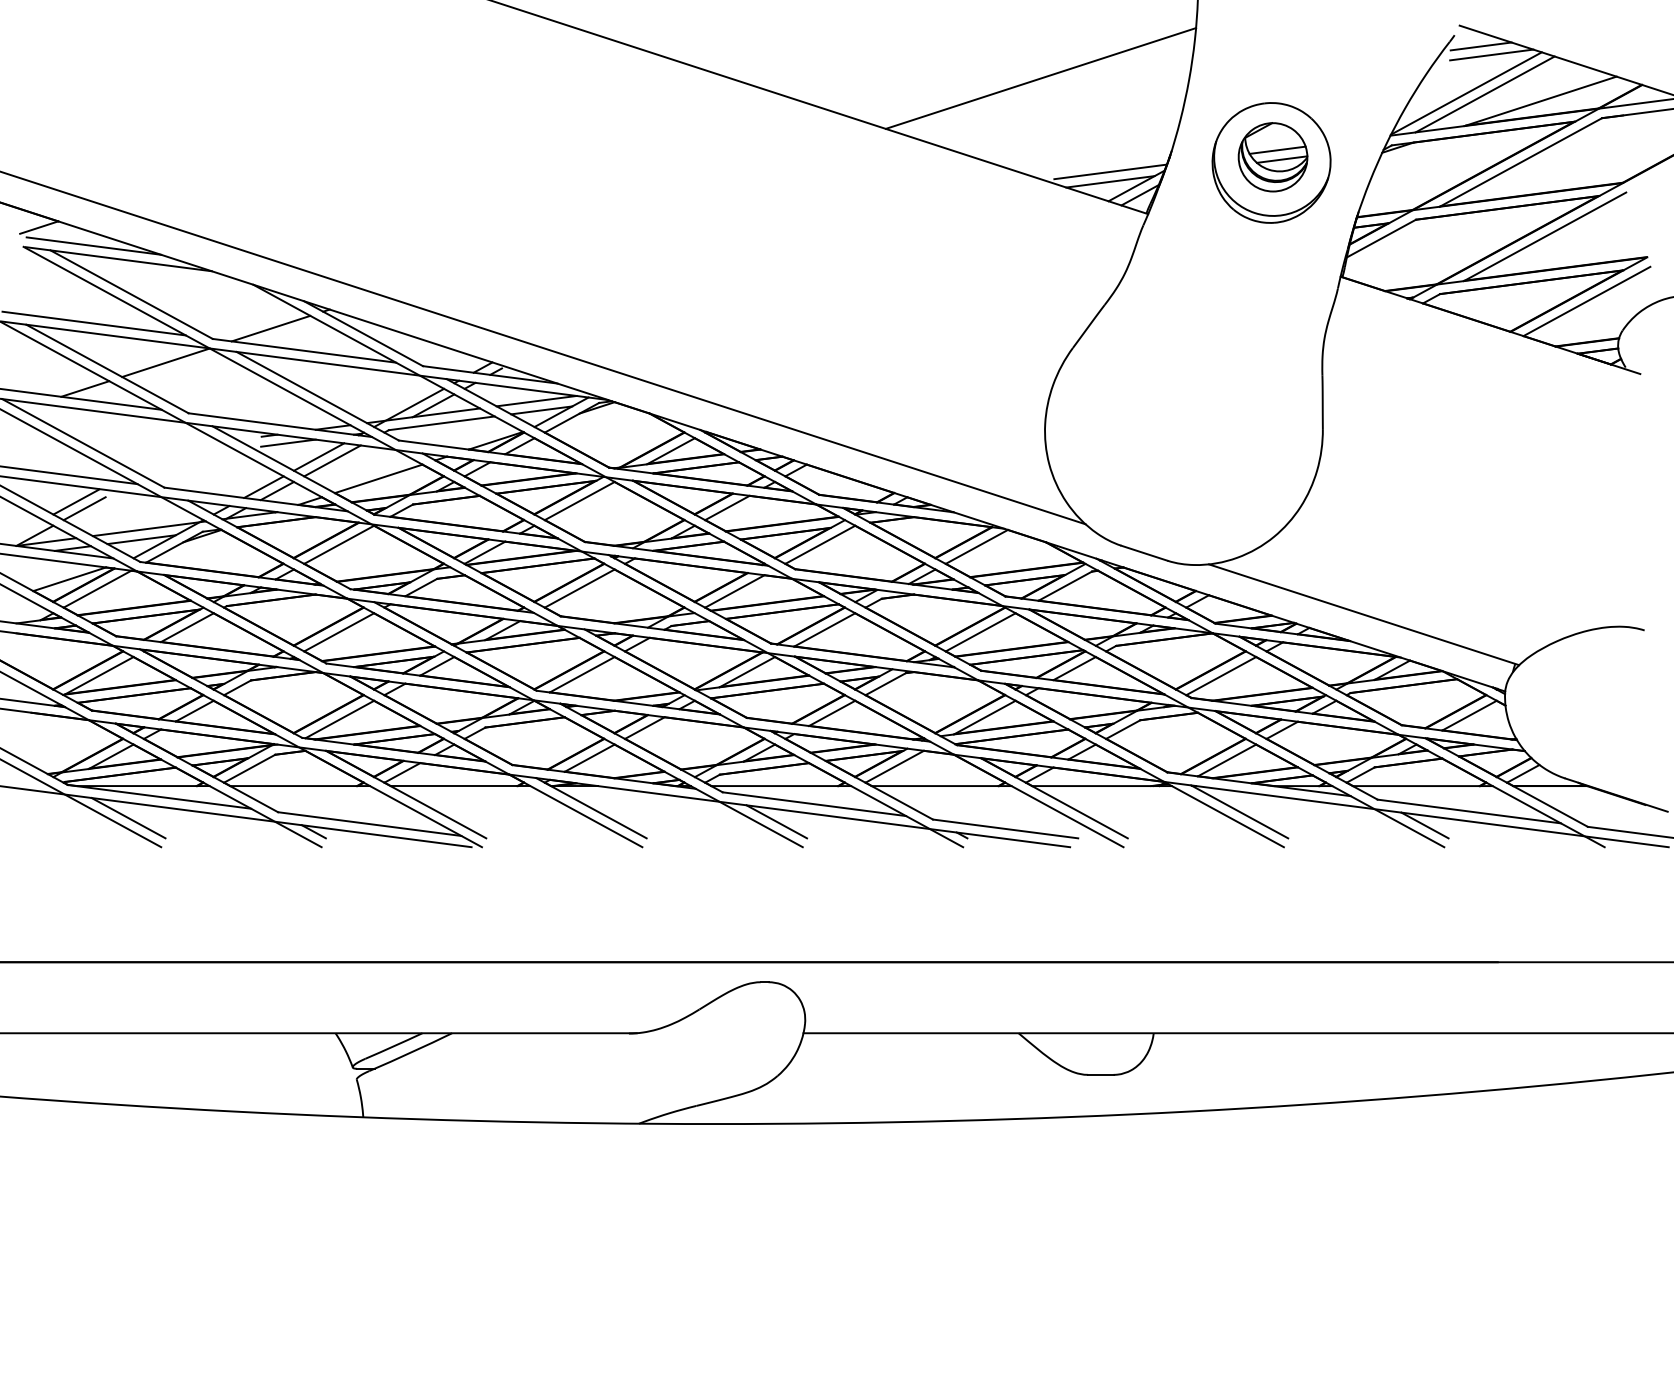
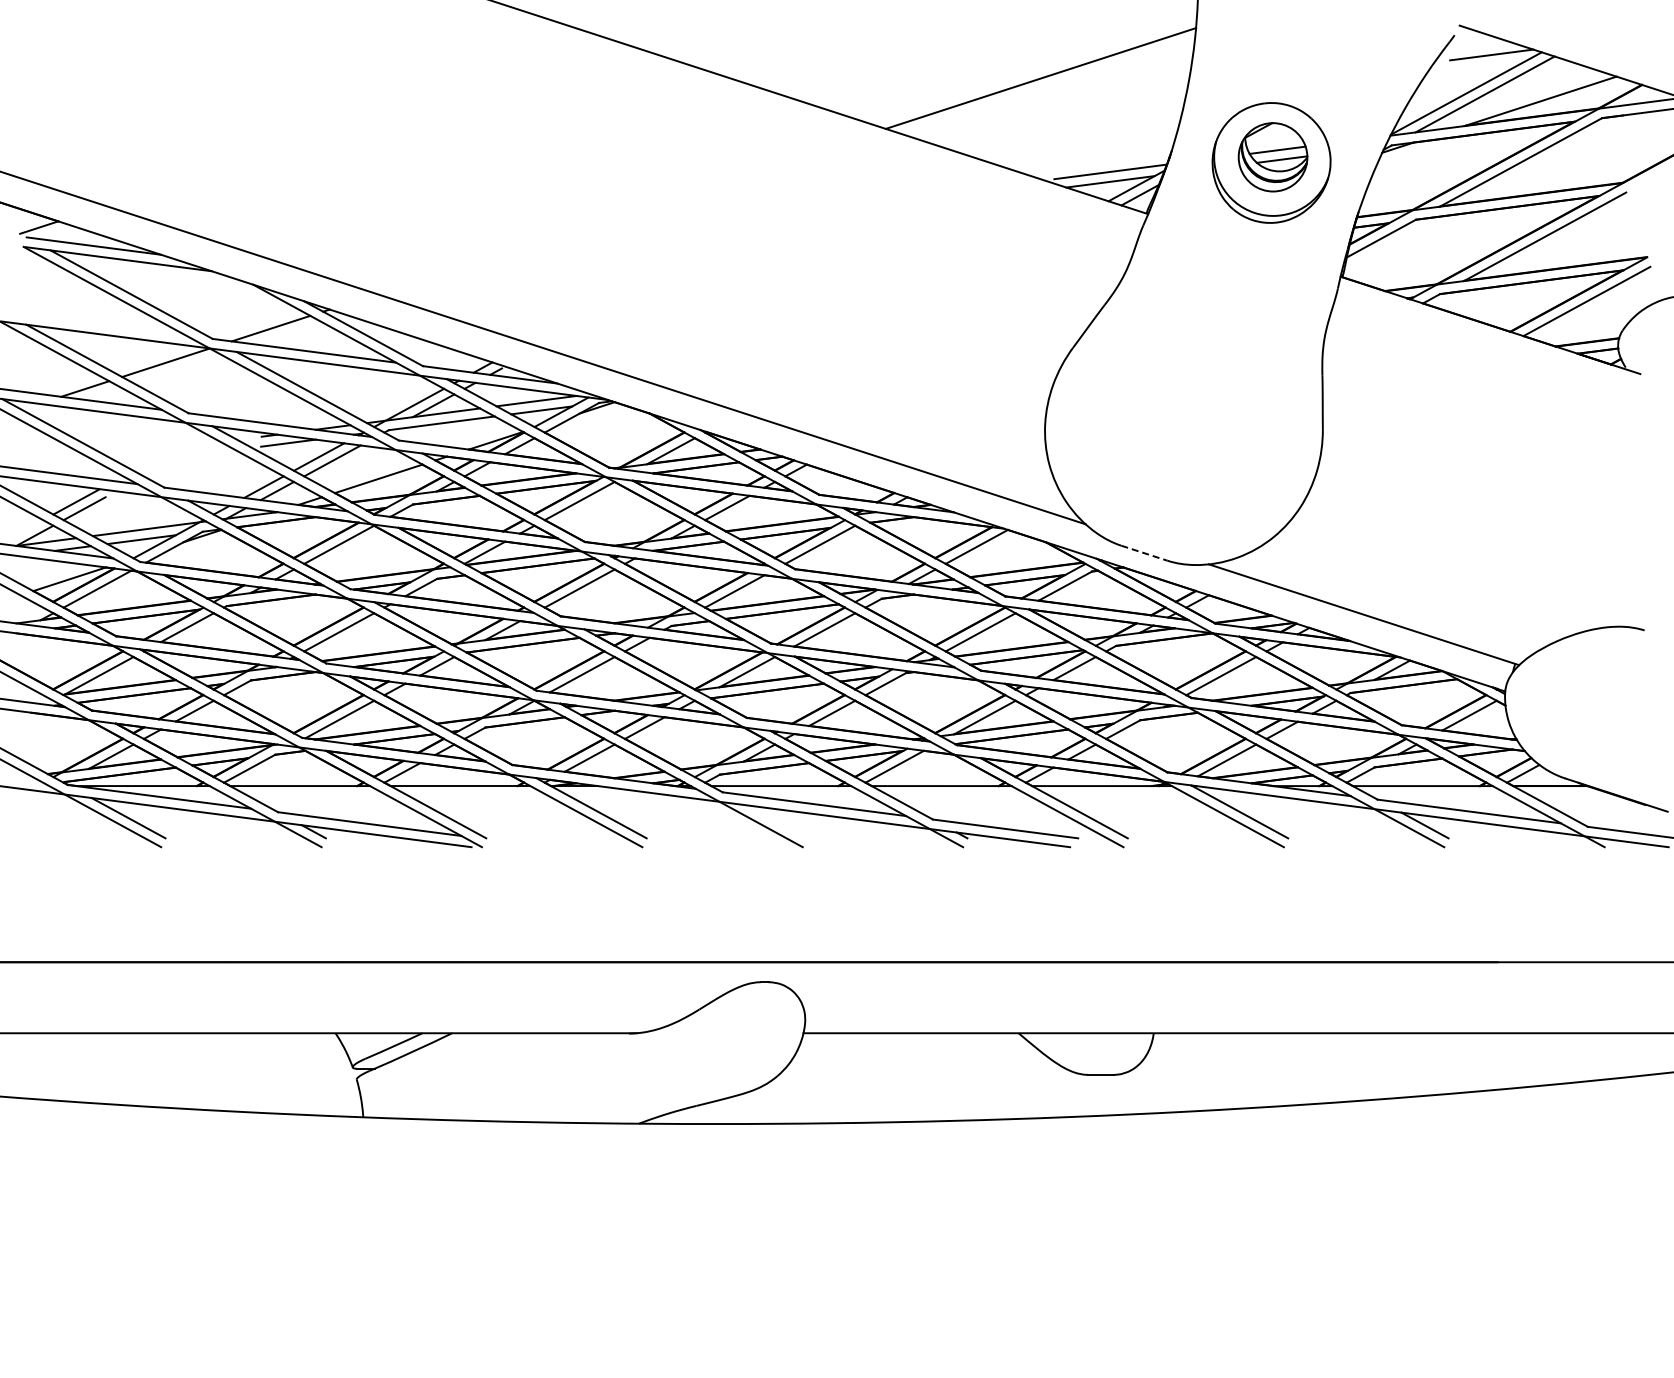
line at (1480, 46): present -> none
line at (93, 323): present -> none
line at (1144, 553): solid -> dashed
line at (776, 821): present -> none
